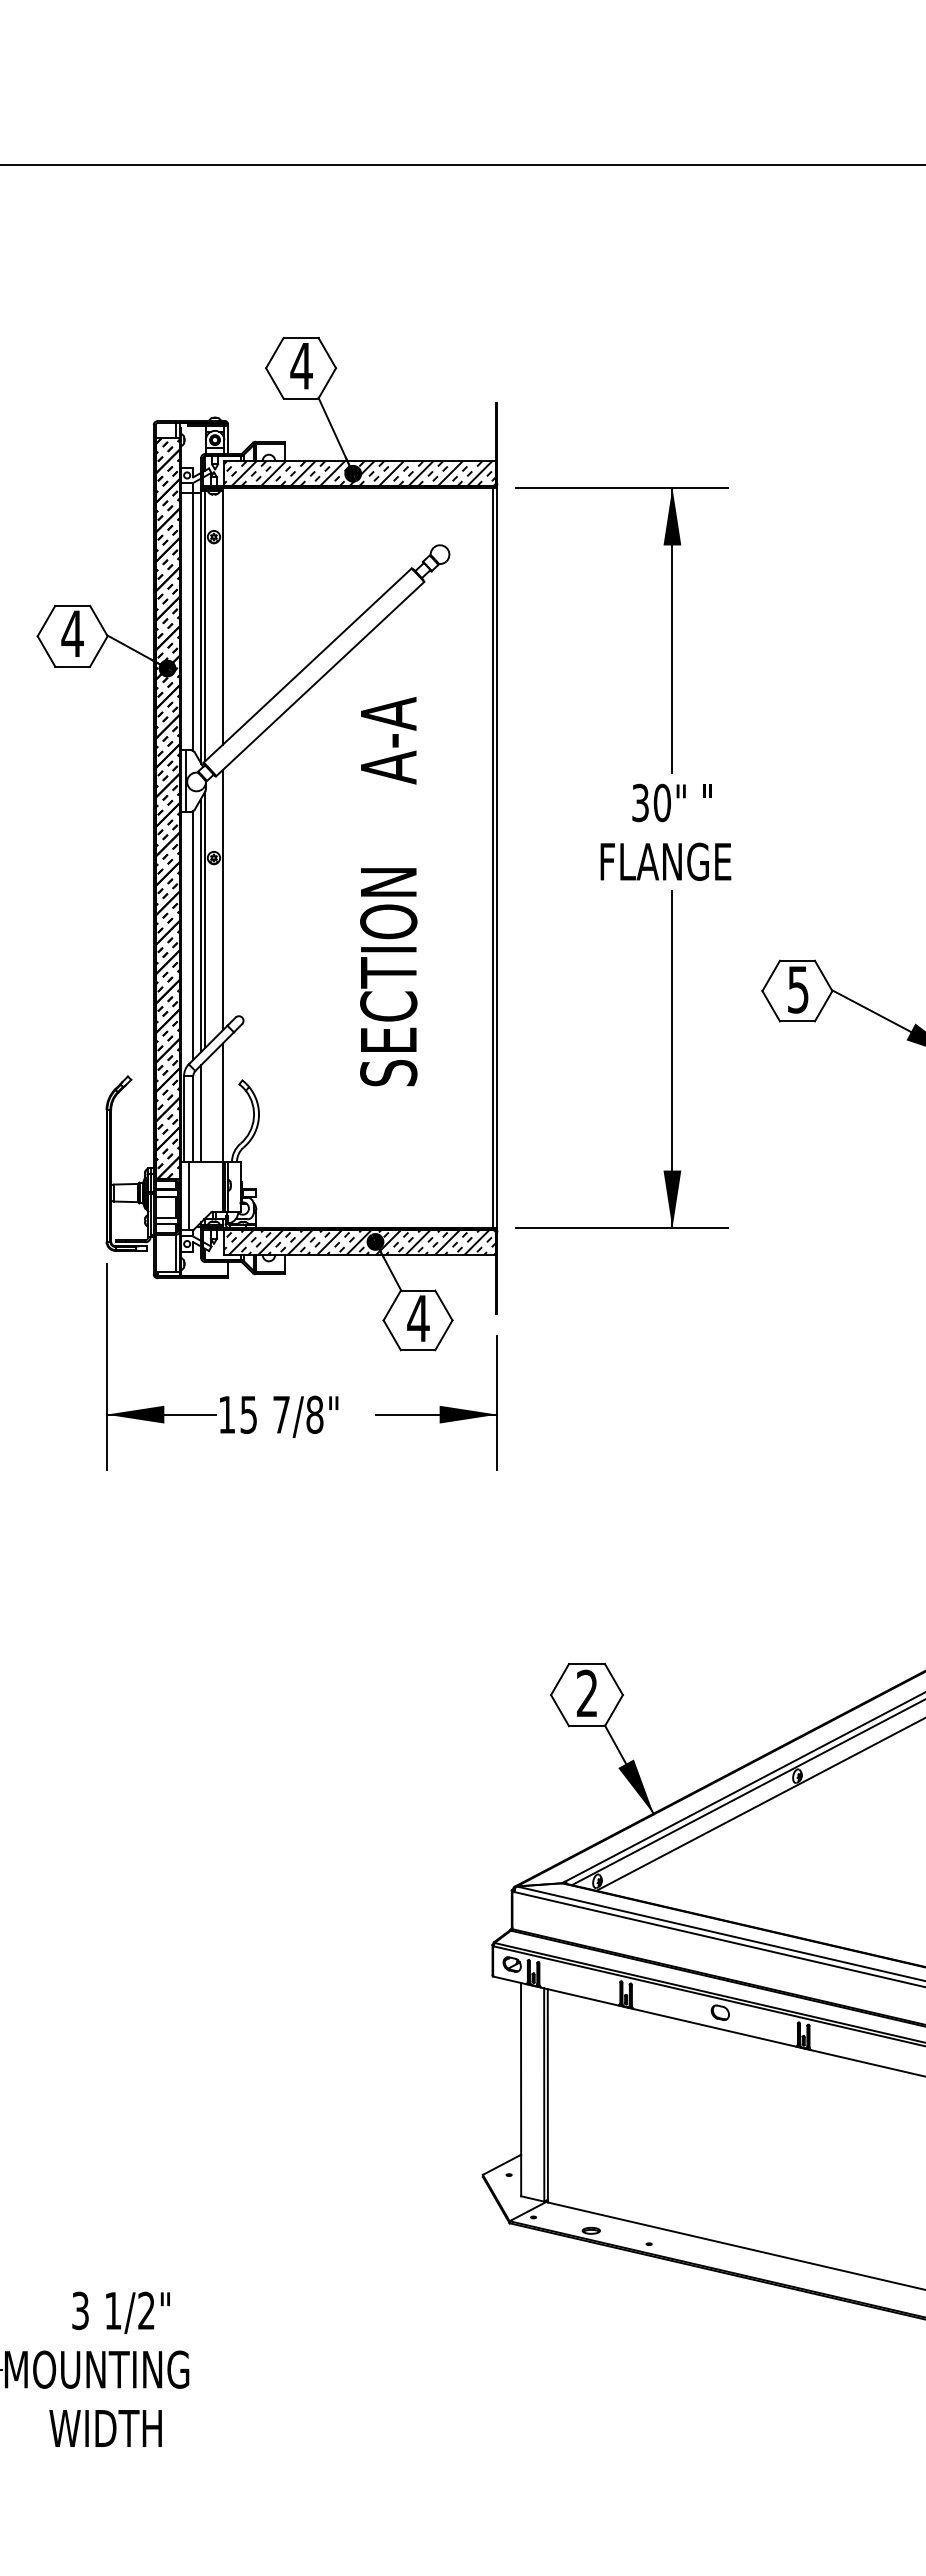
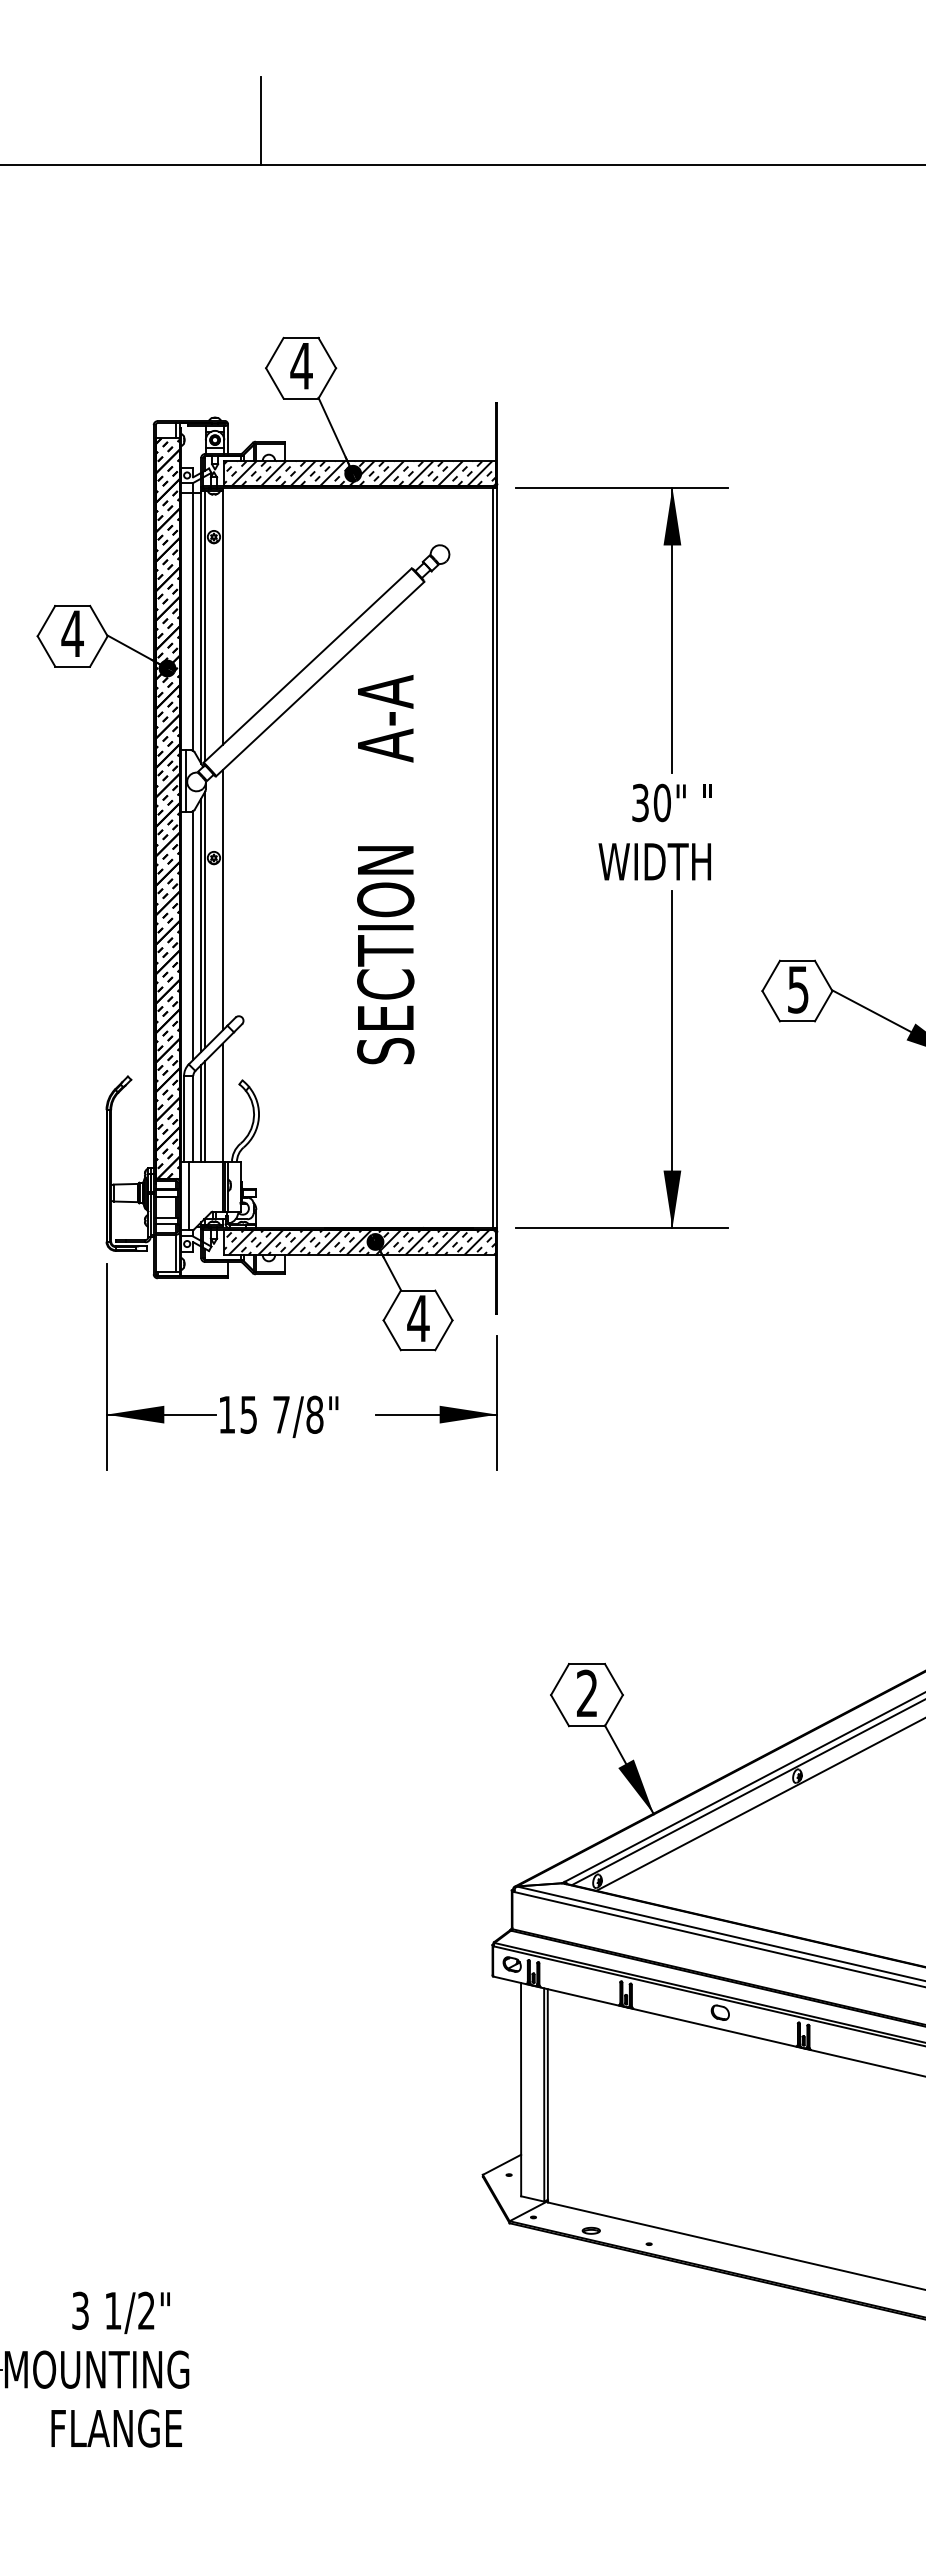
line at (261, 120): none -> present
text at (664, 861): FLANGE -> WIDTH
text at (388, 891) position: (388, 891) -> (385, 869)
line at (205, 1111): none -> present
text at (115, 2428): WIDTH -> FLANGE
